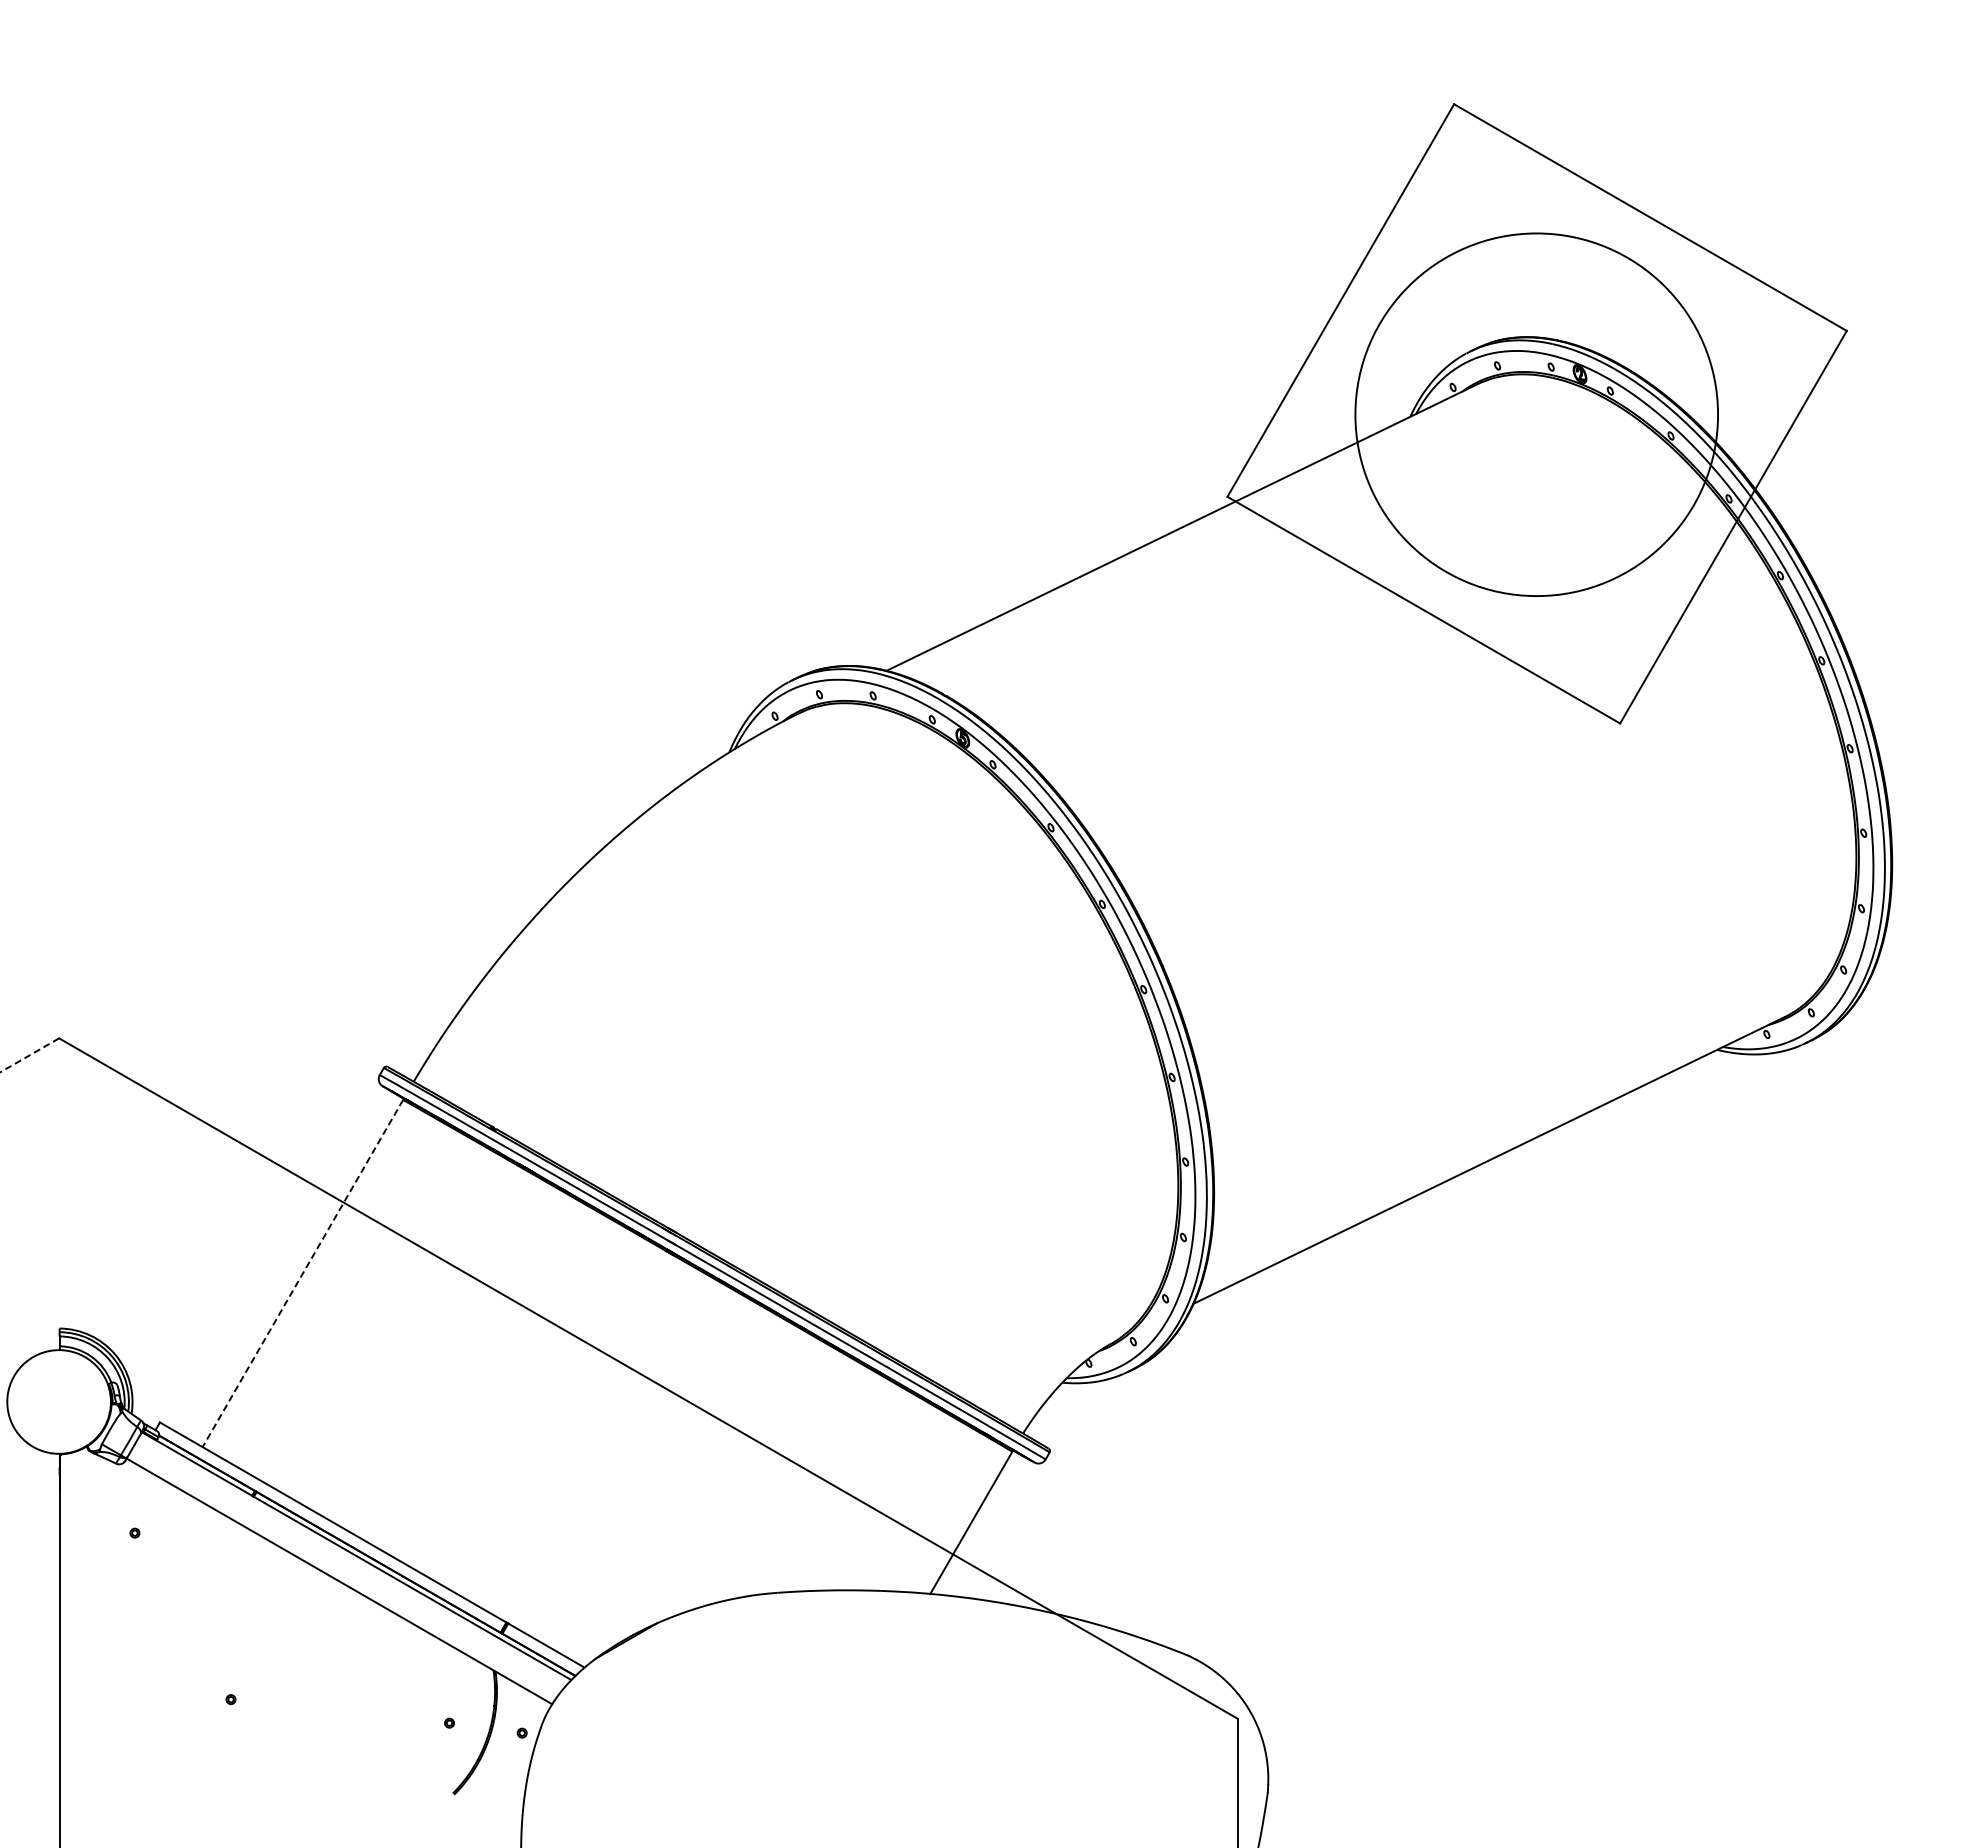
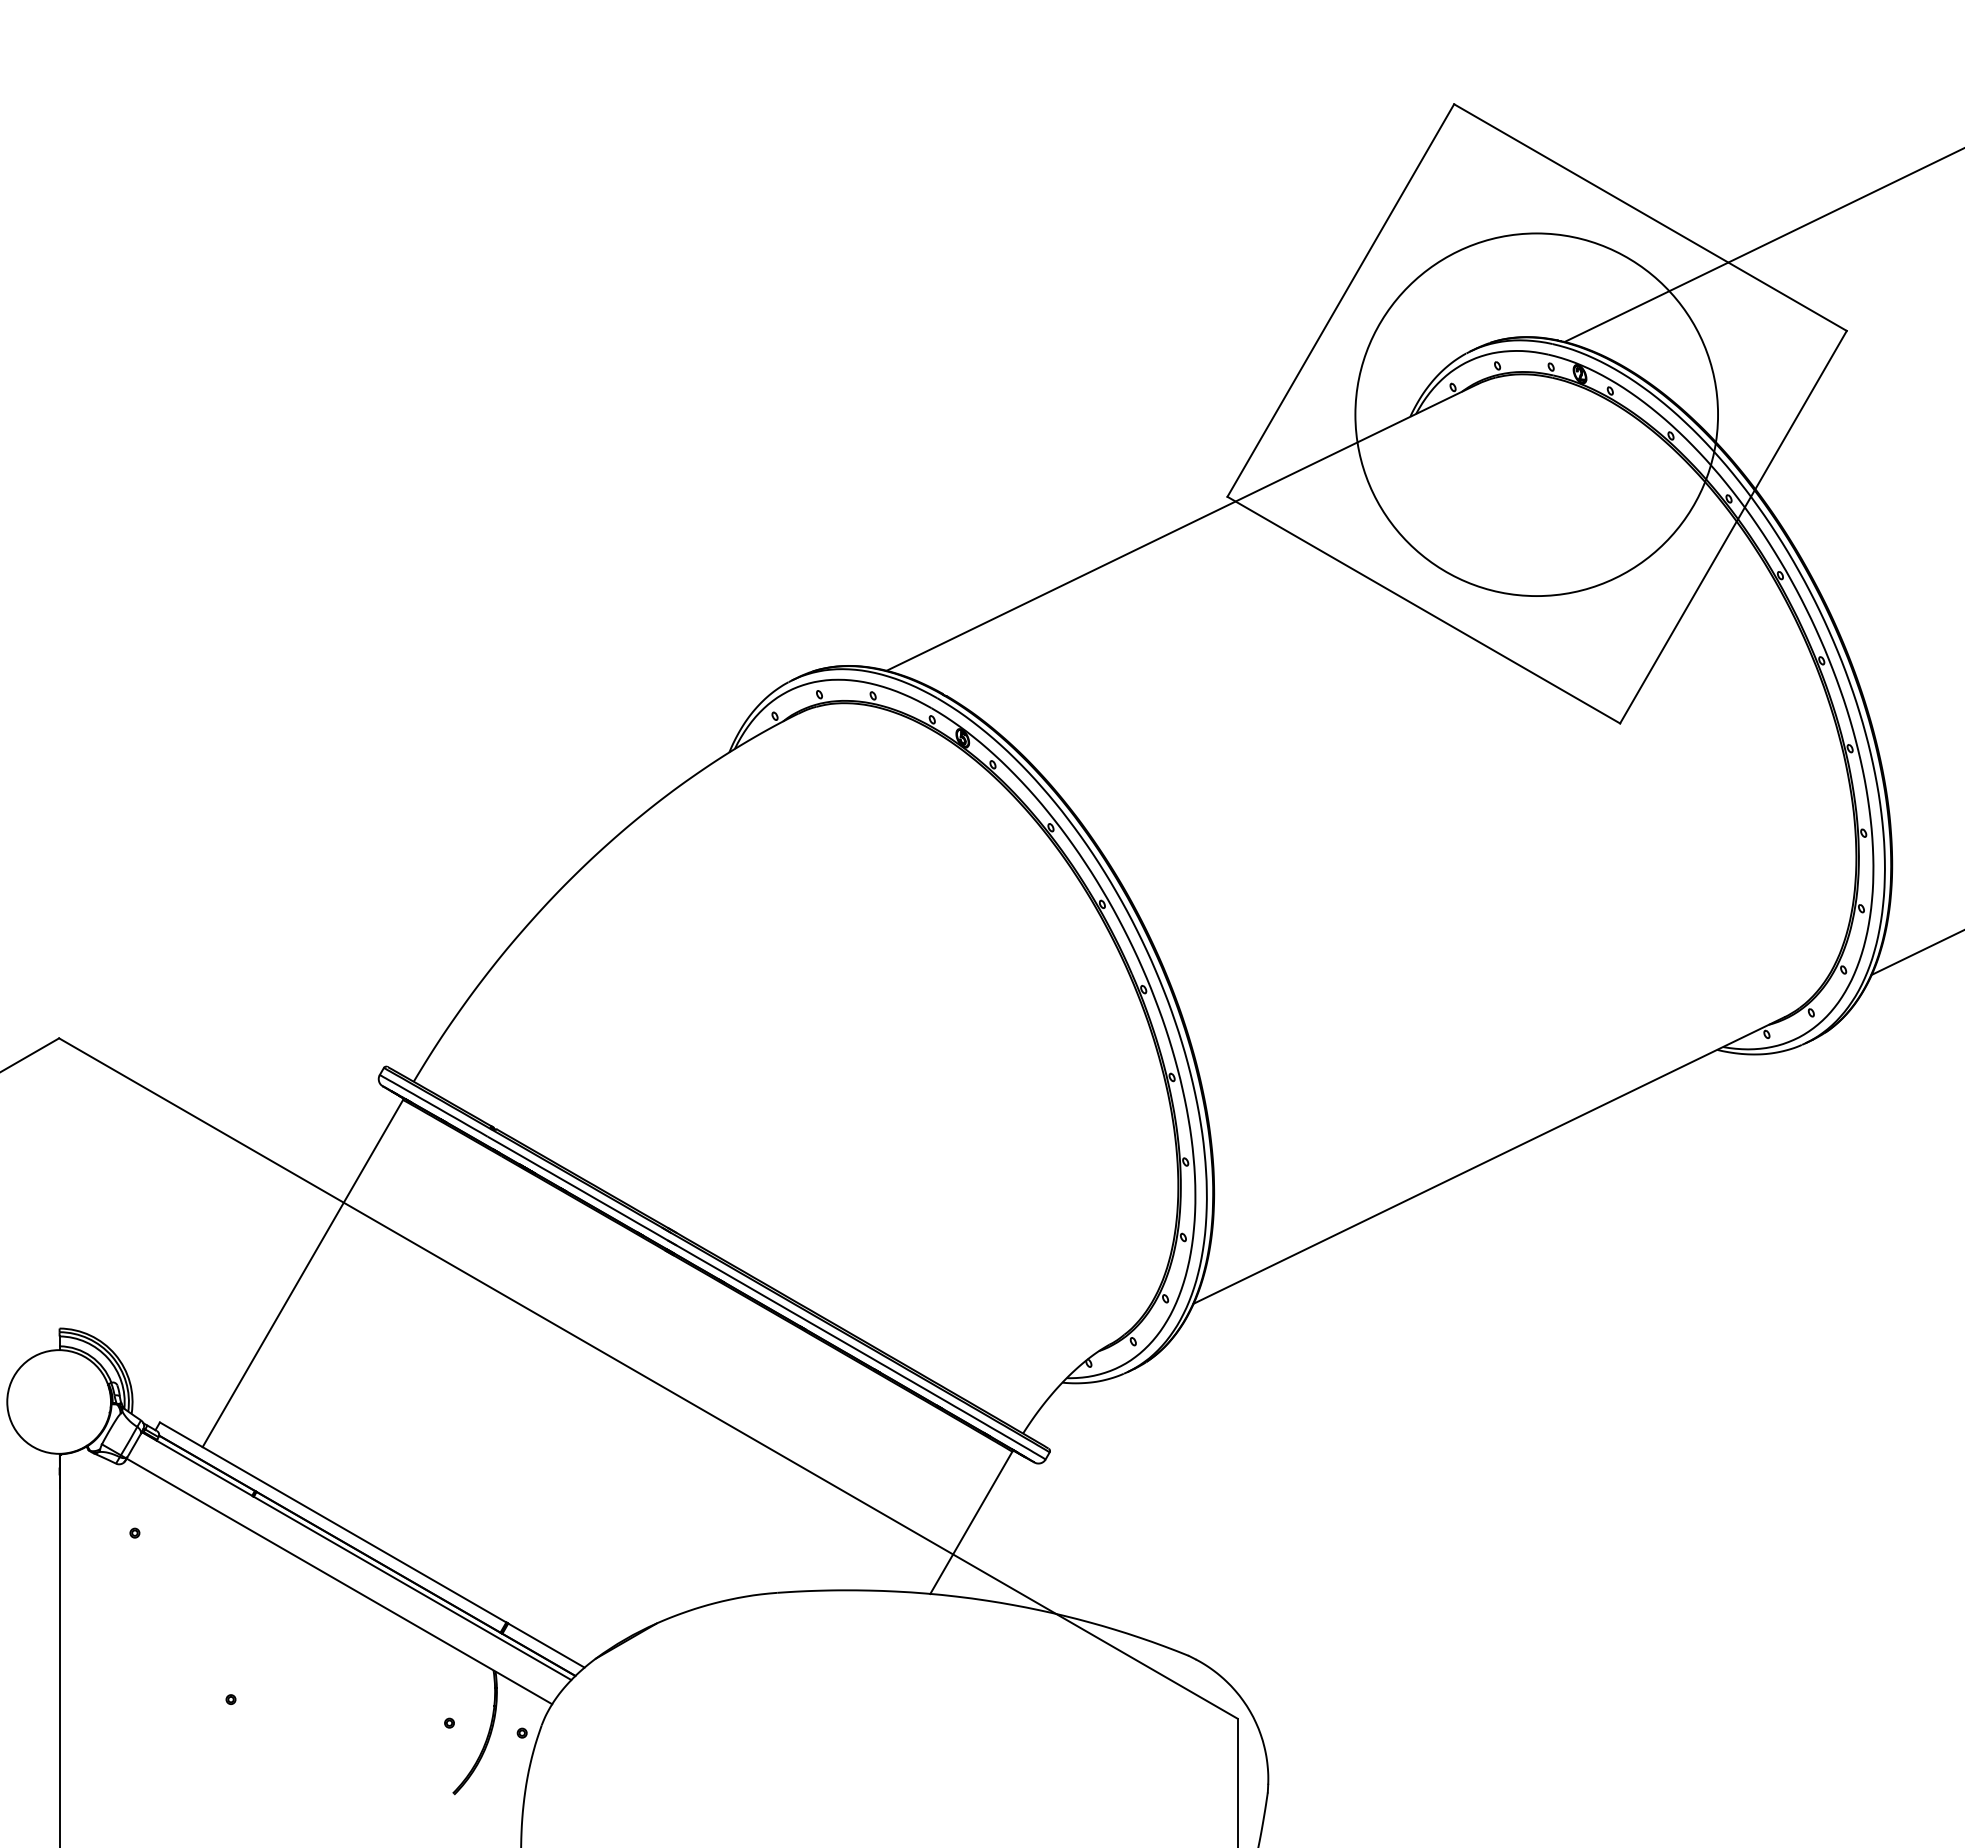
line at (1762, 245): none -> present
line at (1916, 952): none -> present
line at (29, 1055): dashed -> solid
line at (302, 1274): dashed -> solid
